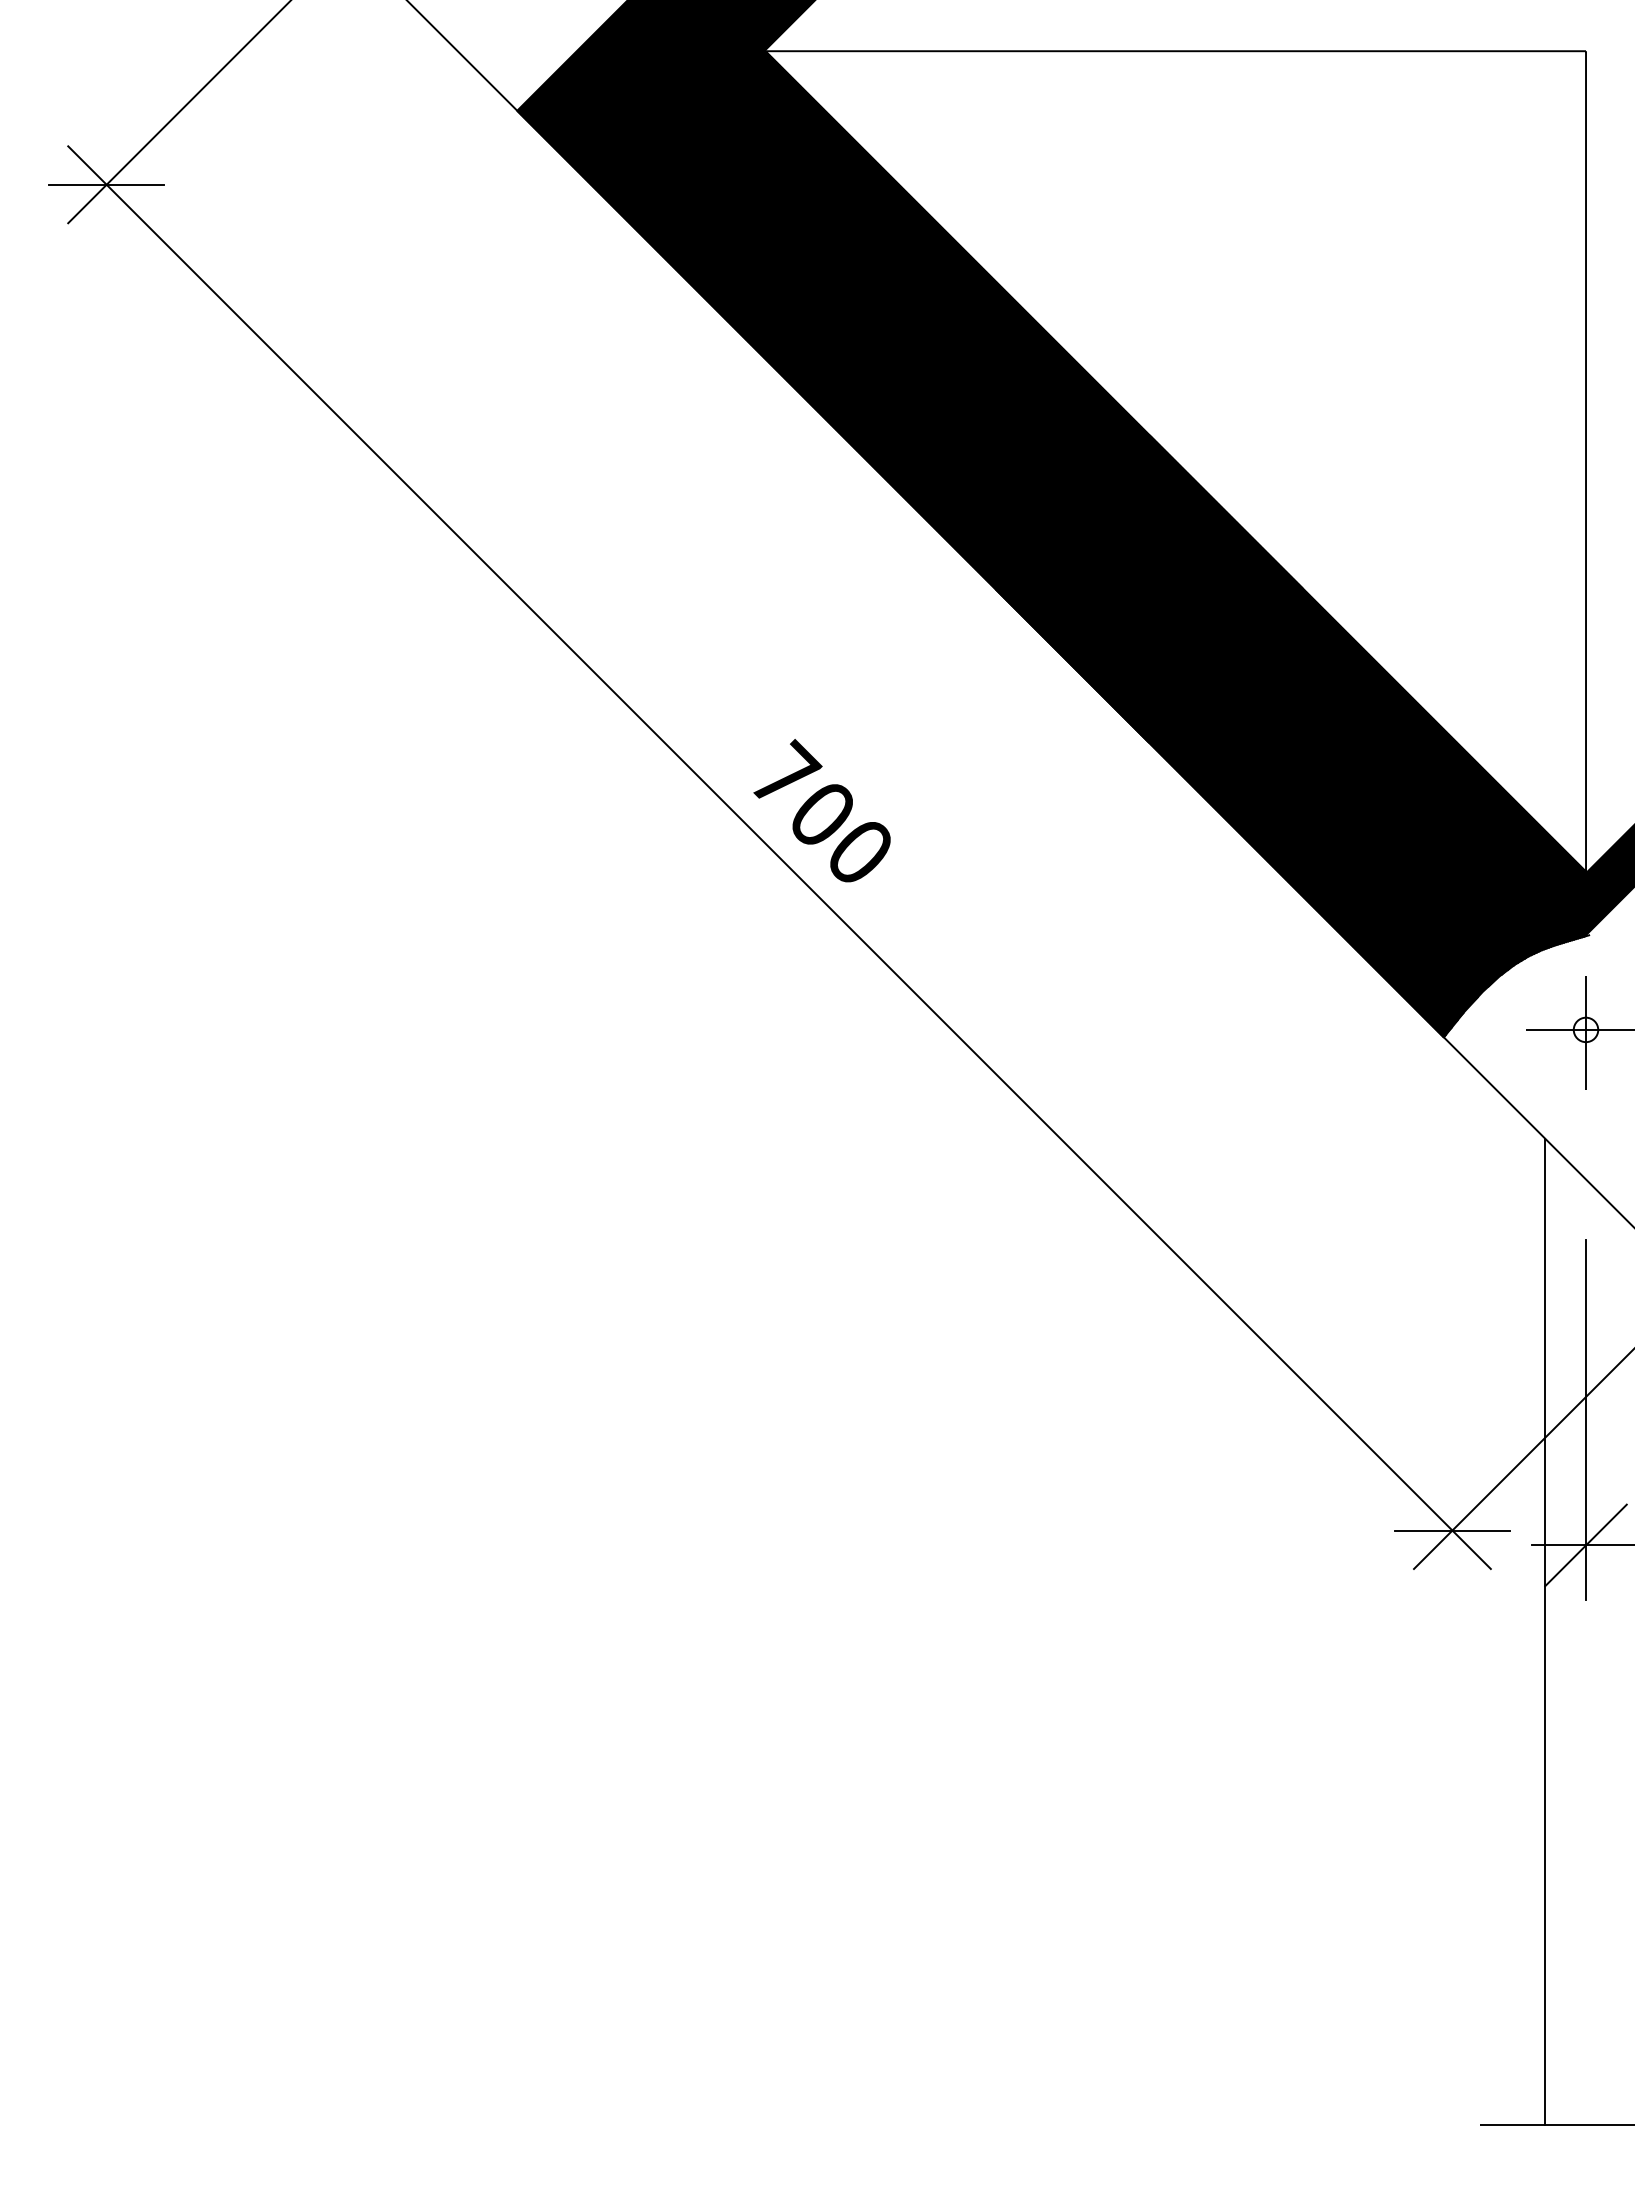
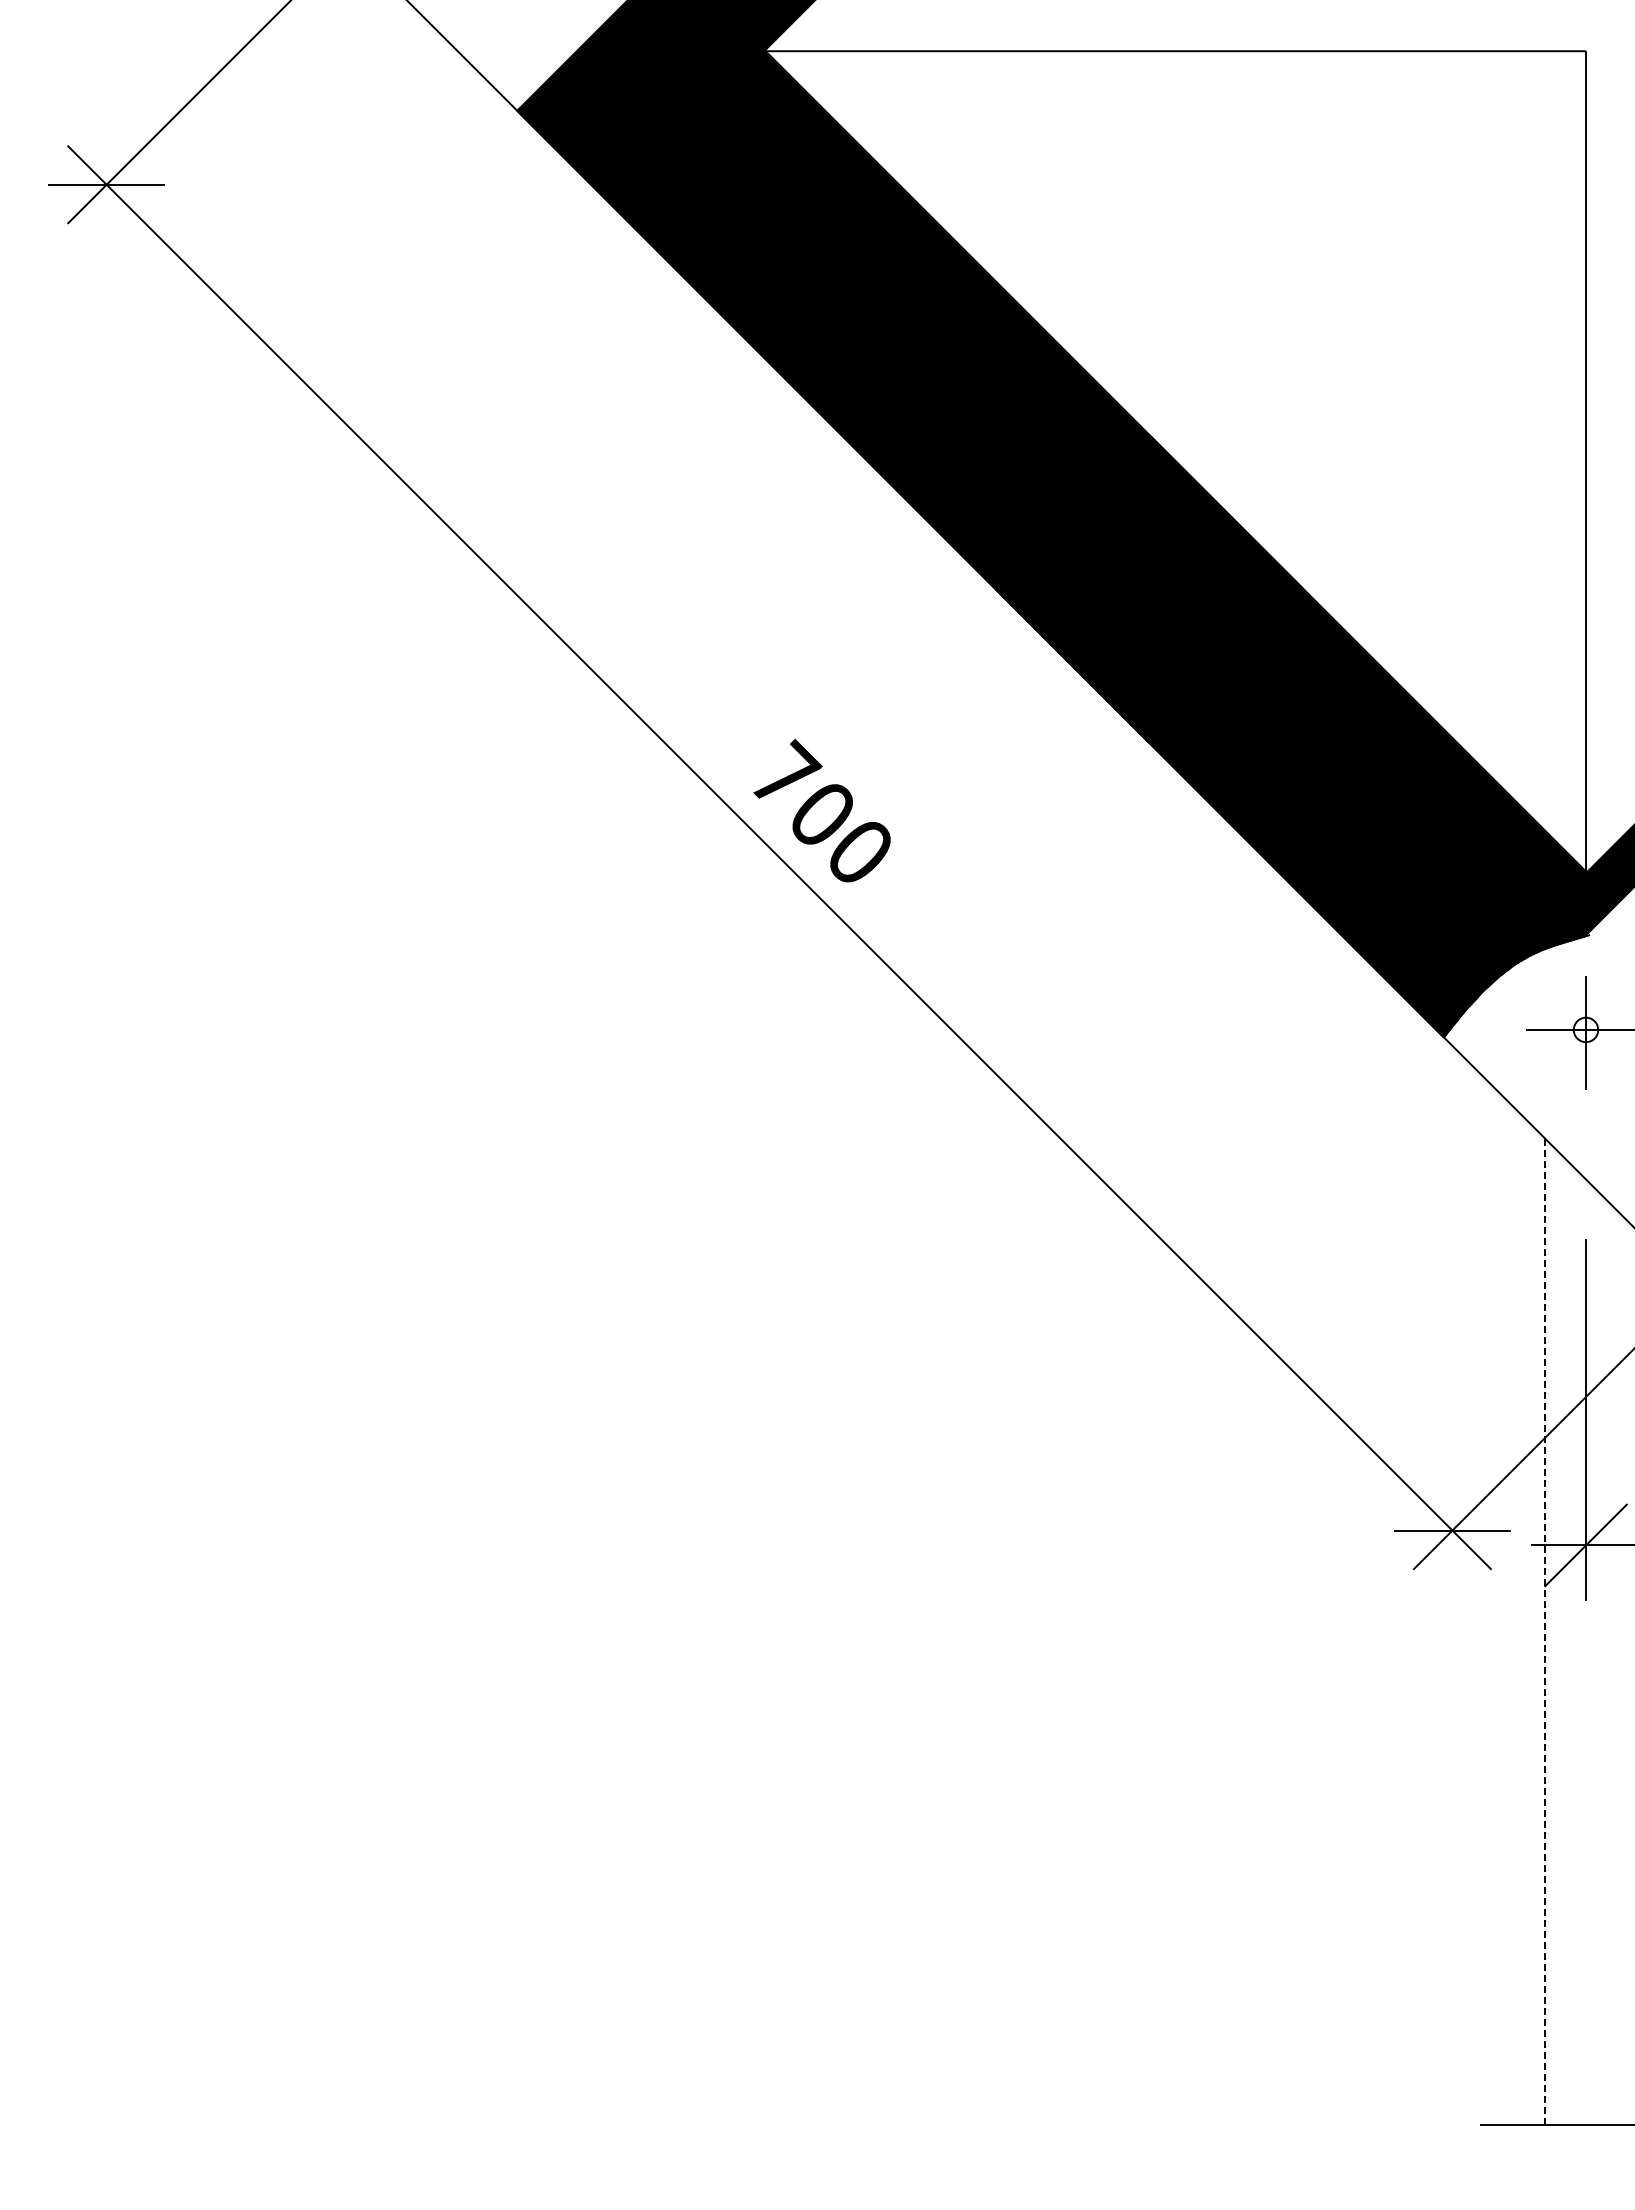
line at (1545, 1632): solid -> dashed
